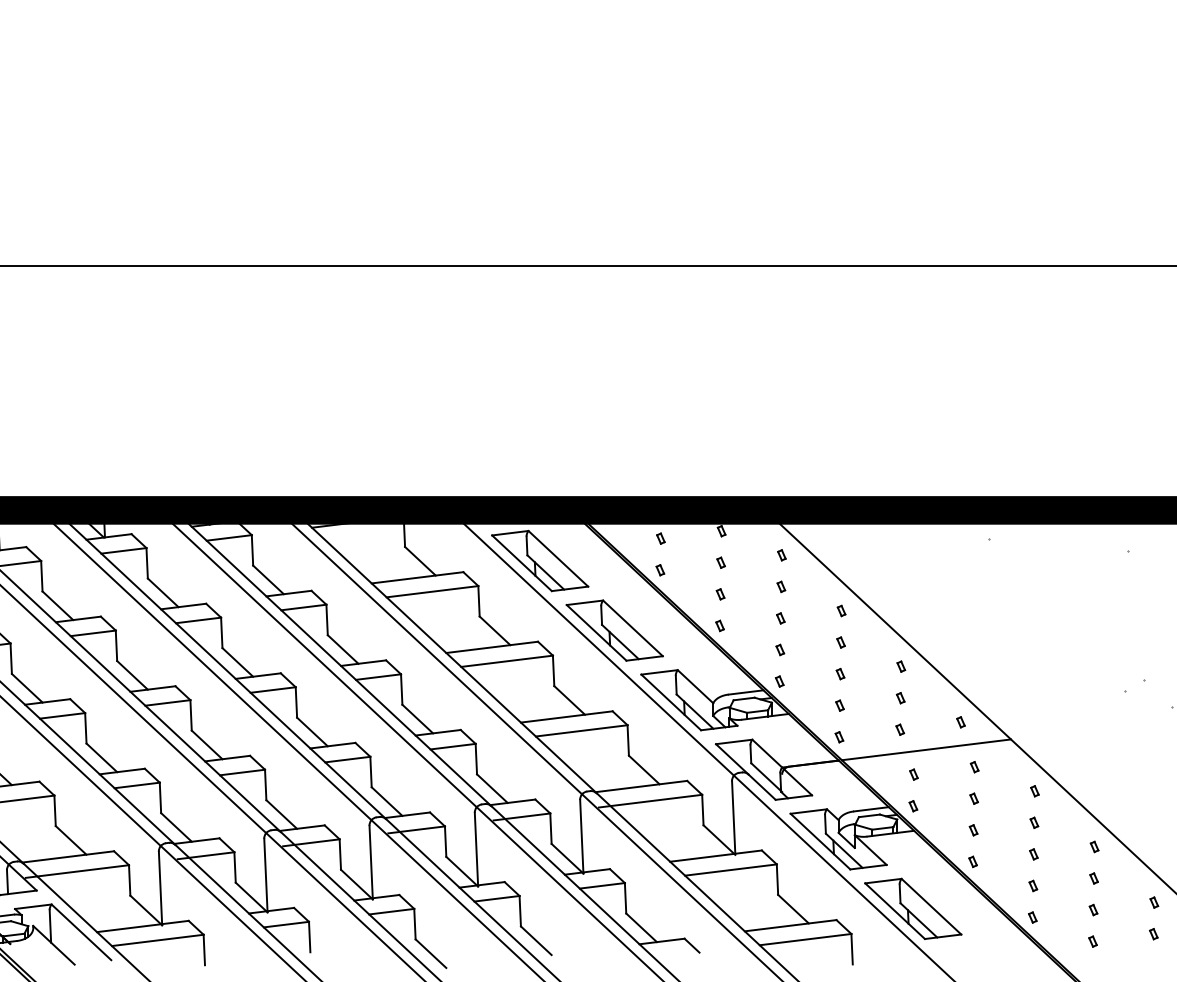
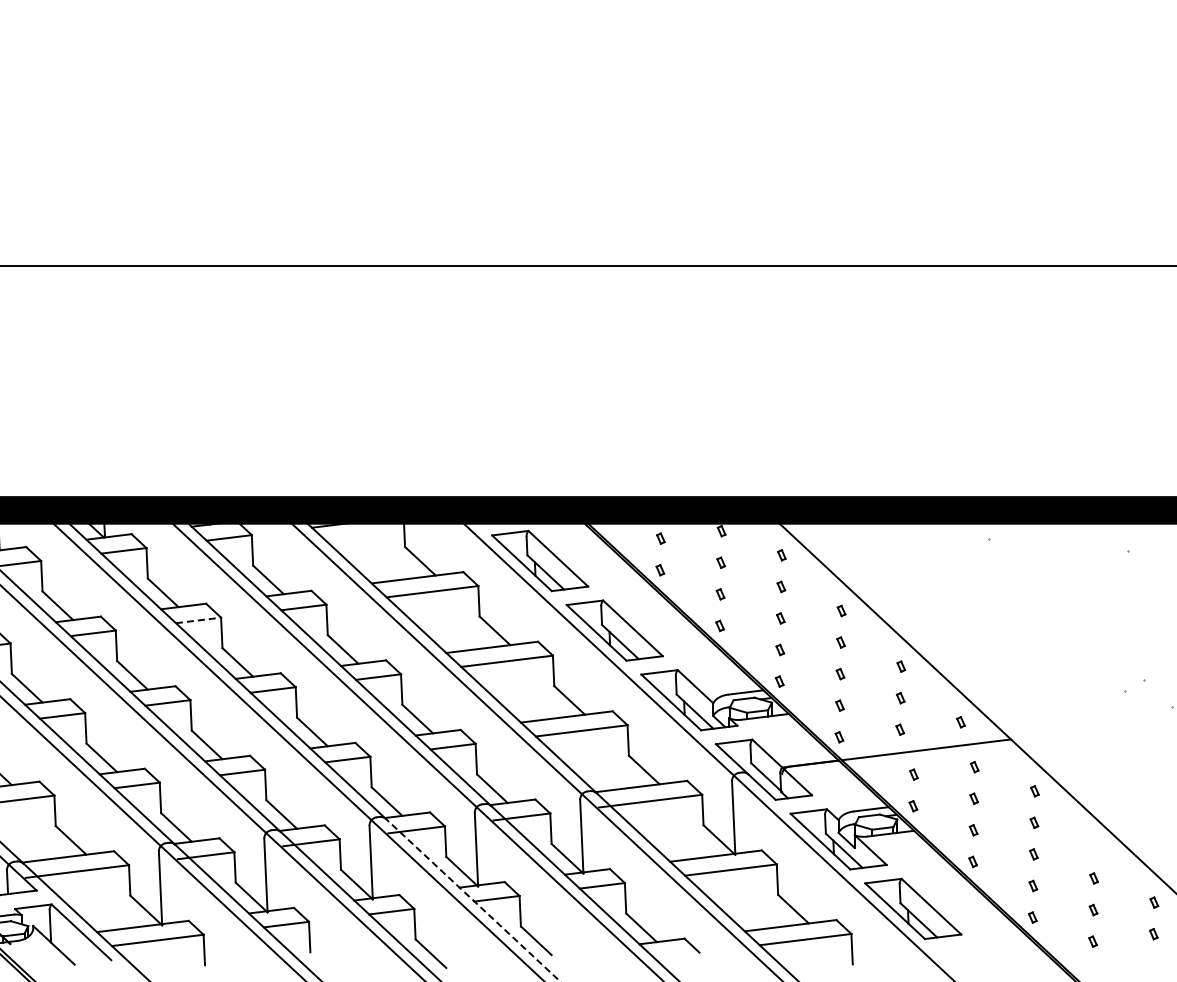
line at (198, 620): solid -> dashed
part at (1094, 846): present -> none
line at (472, 900): solid -> dashed
